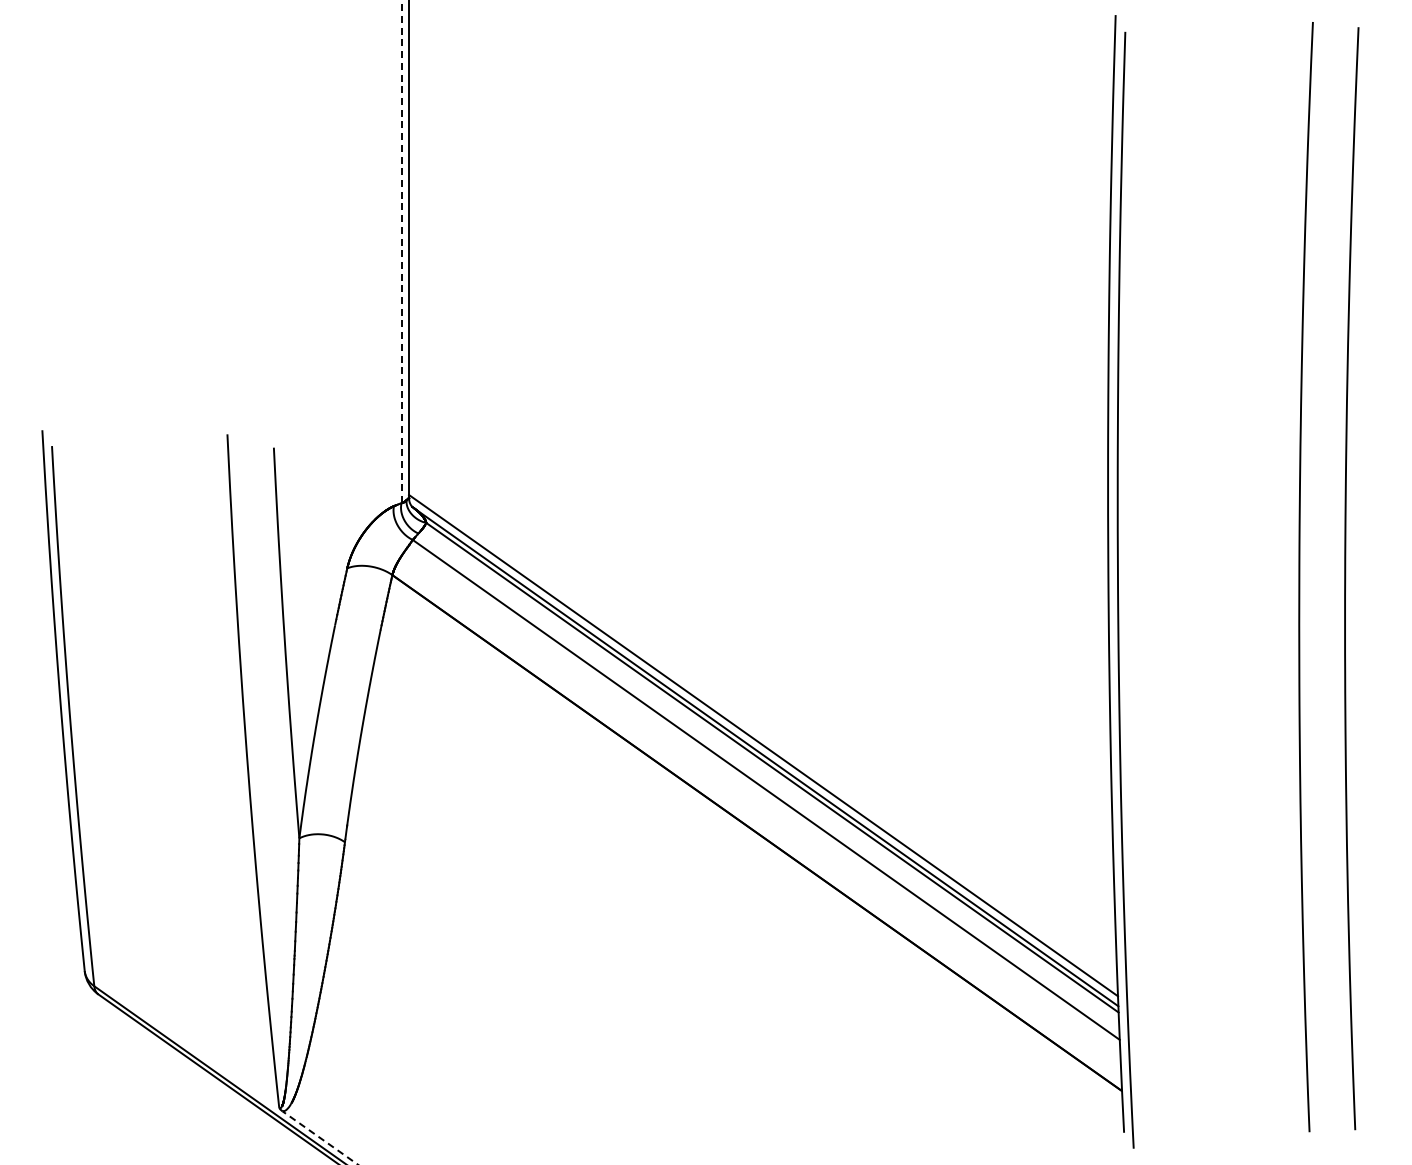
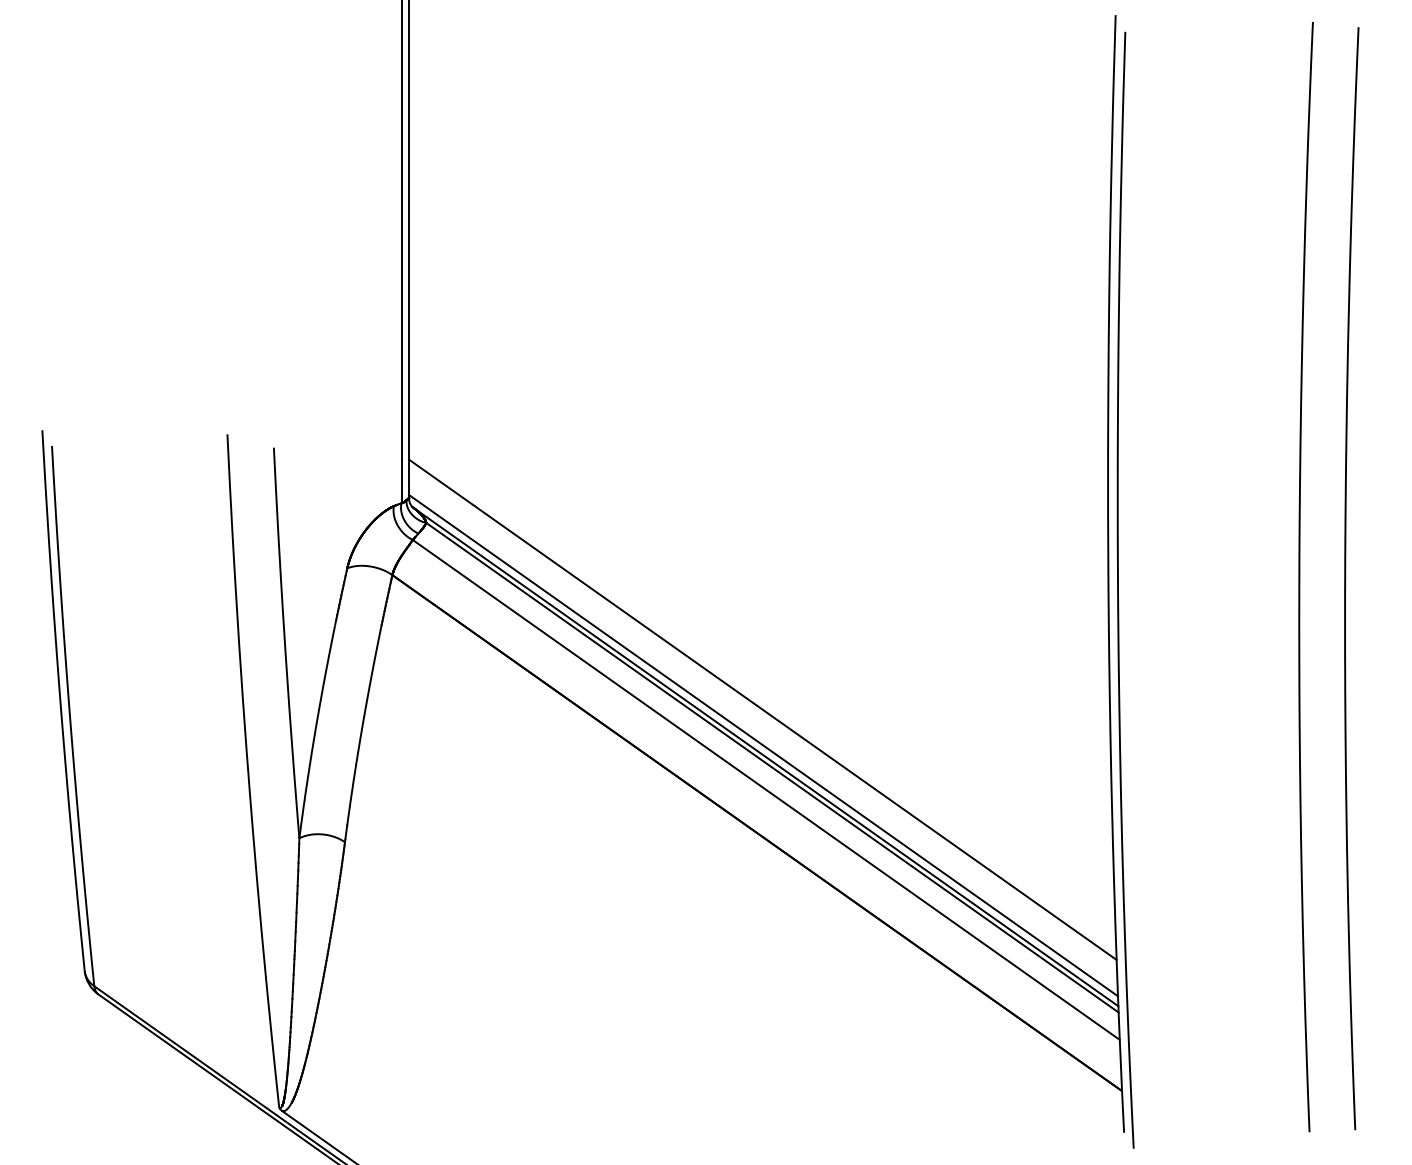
line at (401, 251): dashed -> solid
line at (762, 709): none -> present
line at (320, 1137): dashed -> solid
